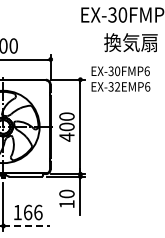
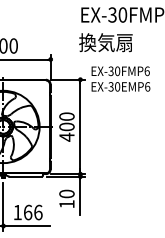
text at (130, 42) position: (130, 42) -> (105, 42)
text at (117, 86): EX-32EMP6 -> EX-30EMP6
line at (27, 226): dashed -> solid
